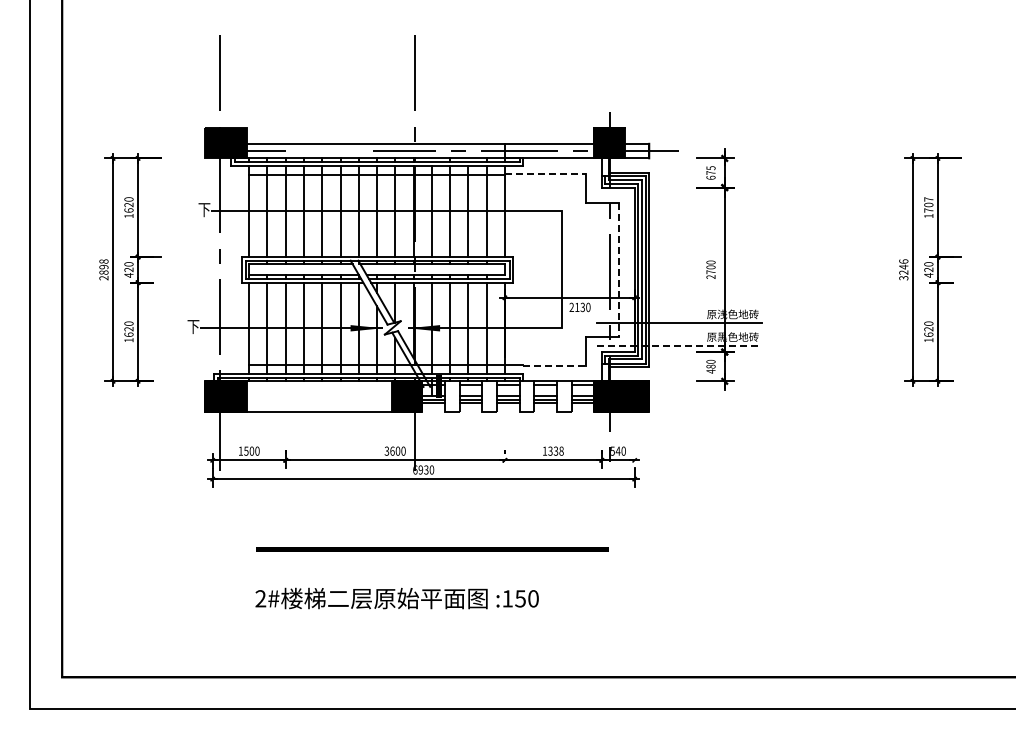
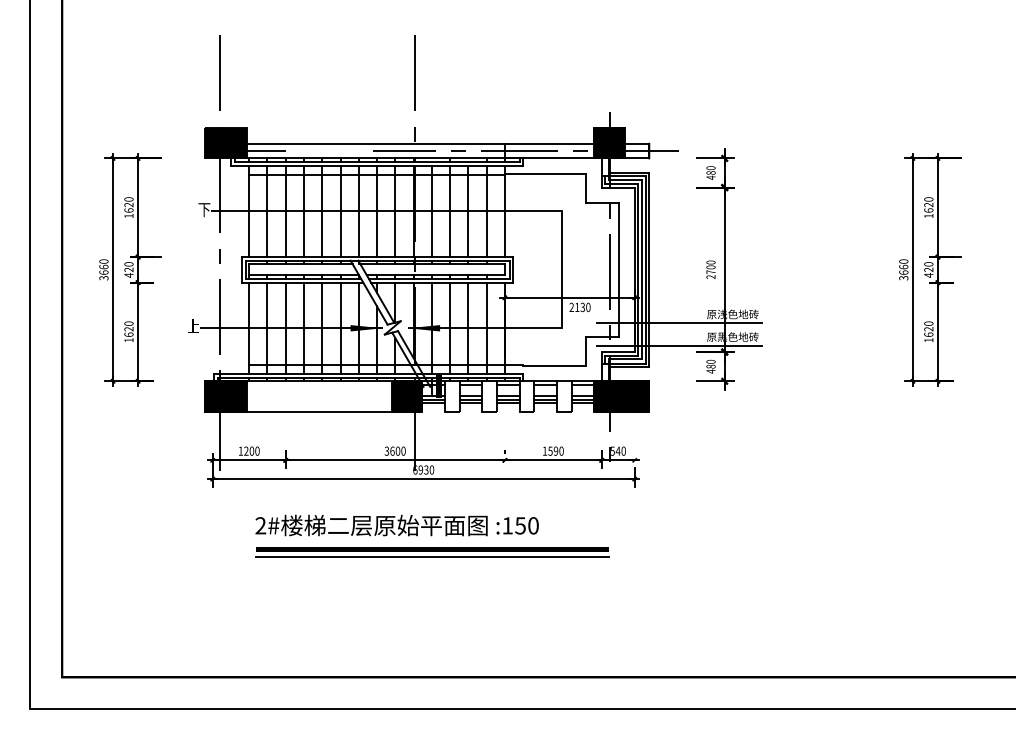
text at (710, 172): 675 -> 480
line at (545, 173): dashed -> solid
text at (928, 204): 1707 -> 1620
text at (903, 266): 3246 -> 3660
text at (103, 269): 2898 -> 3660
line at (619, 269): dashed -> solid
text at (193, 326): 下 -> 上
line at (679, 345): dashed -> solid
line at (554, 365): dashed -> solid
text at (246, 450): 1500 -> 1200
text at (555, 450): 1338 -> 1590
line at (432, 557): none -> present
text at (396, 598) position: (396, 598) -> (396, 525)
